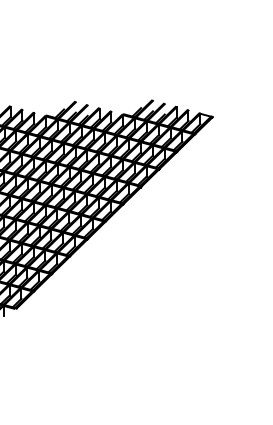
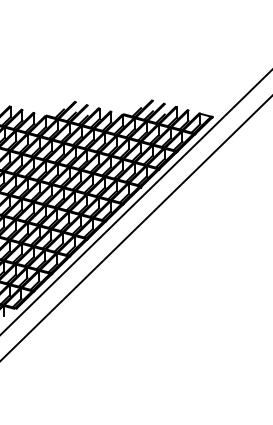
line at (135, 202): none -> present
line at (135, 228): none -> present
